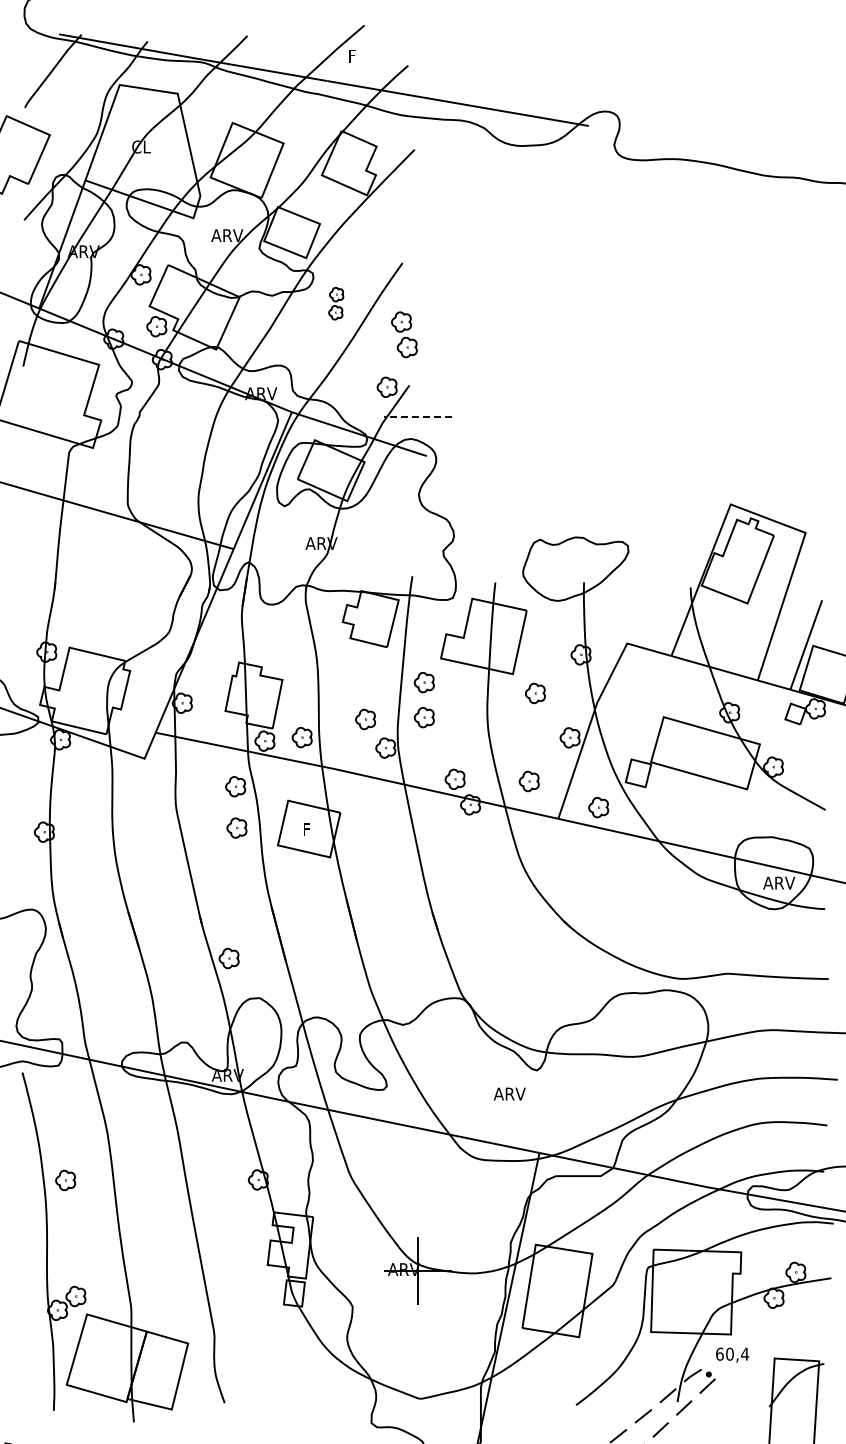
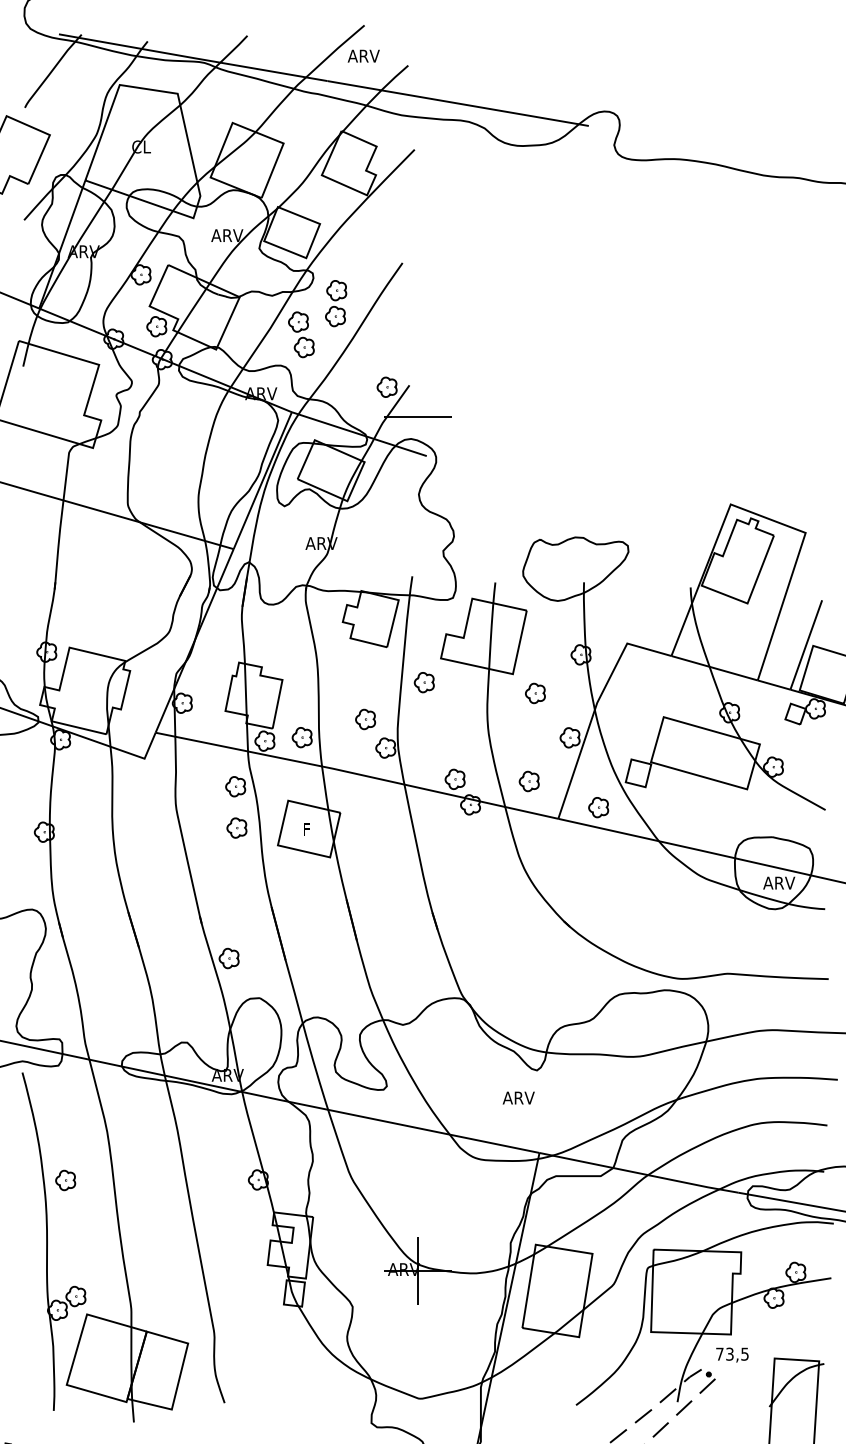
text at (363, 55): F -> ARV
part at (336, 303) size: 17x34 px -> 23x48 px
part at (404, 334) position: (404, 334) -> (301, 334)
line at (417, 416): dashed -> solid
part at (423, 717): present -> none
text at (509, 1093) position: (509, 1093) -> (518, 1097)
text at (732, 1353): 60,4 -> 73,5
